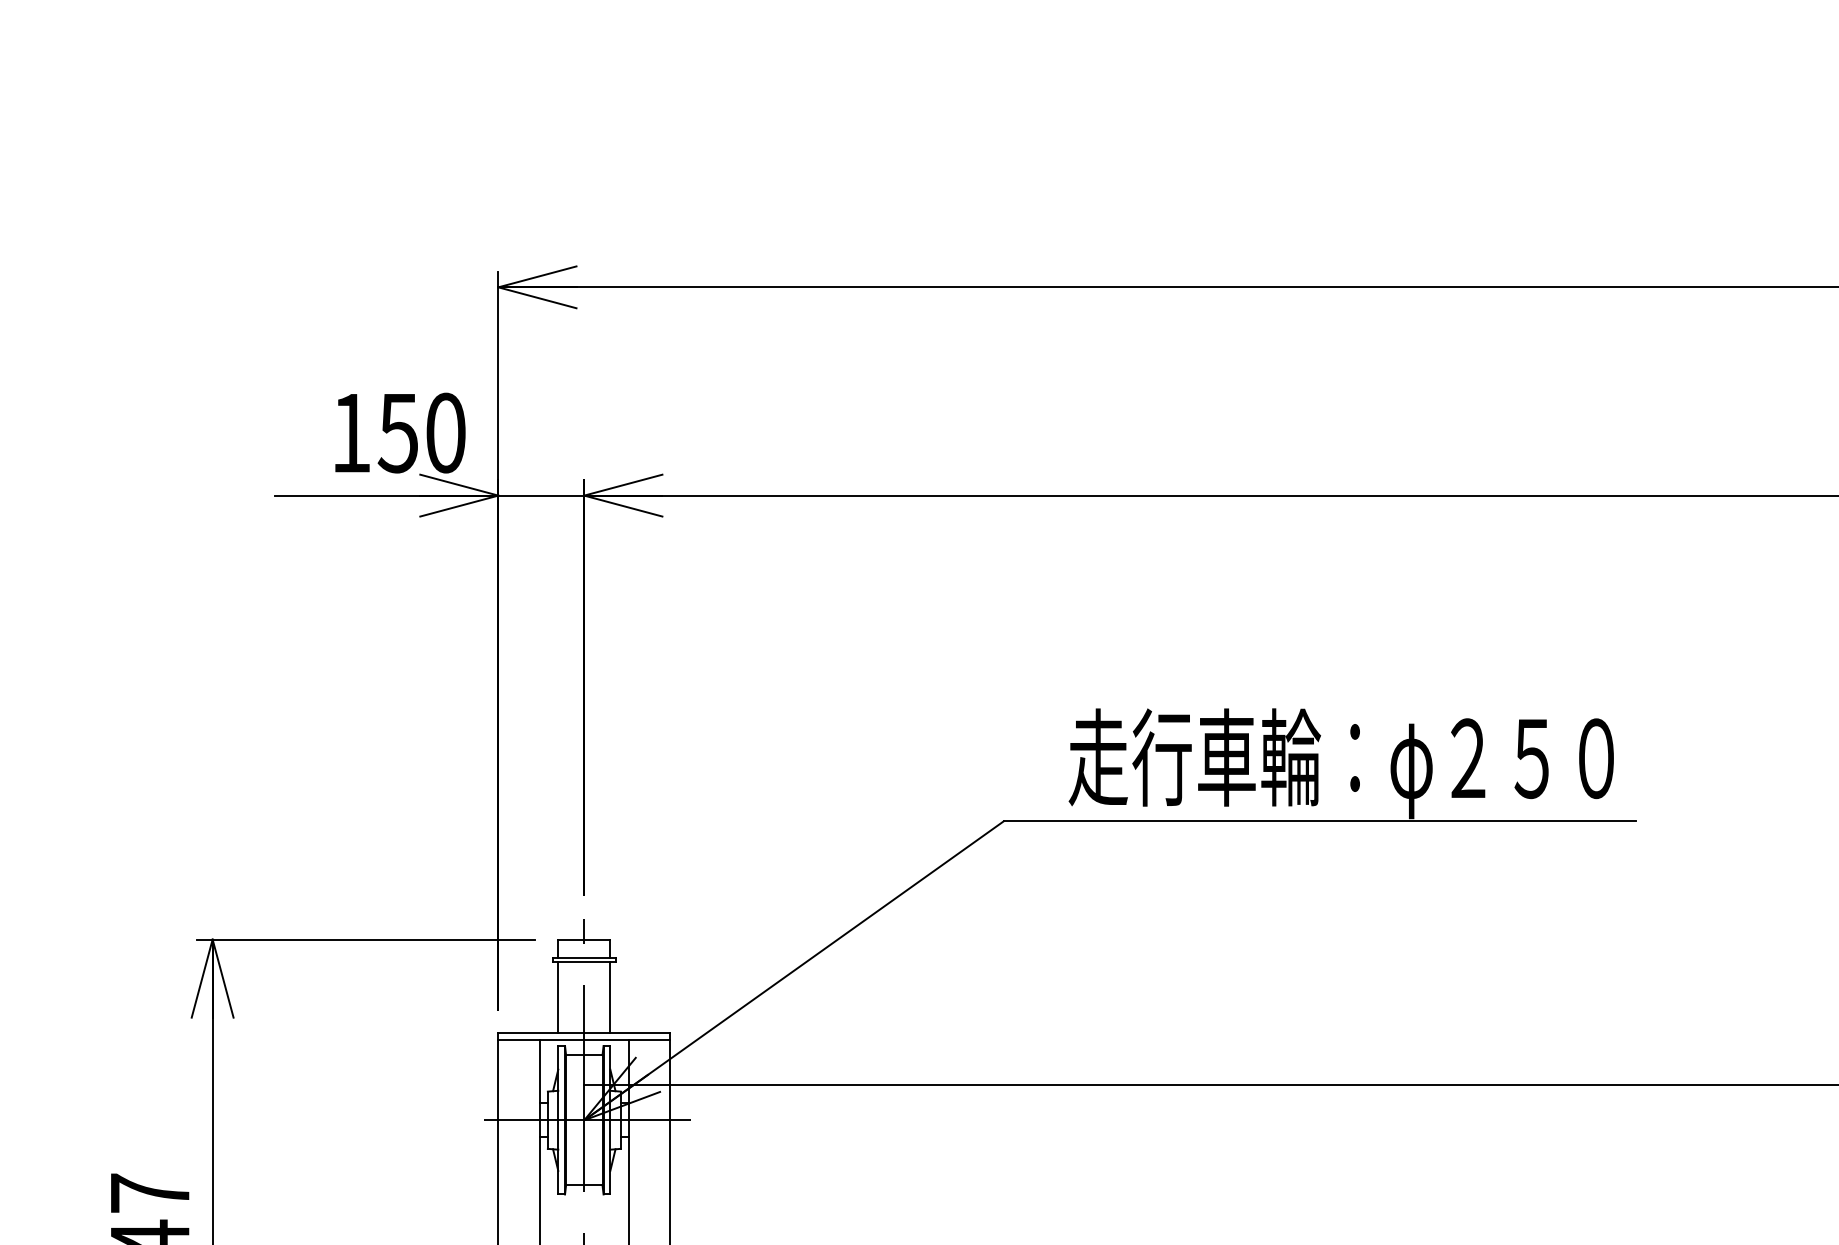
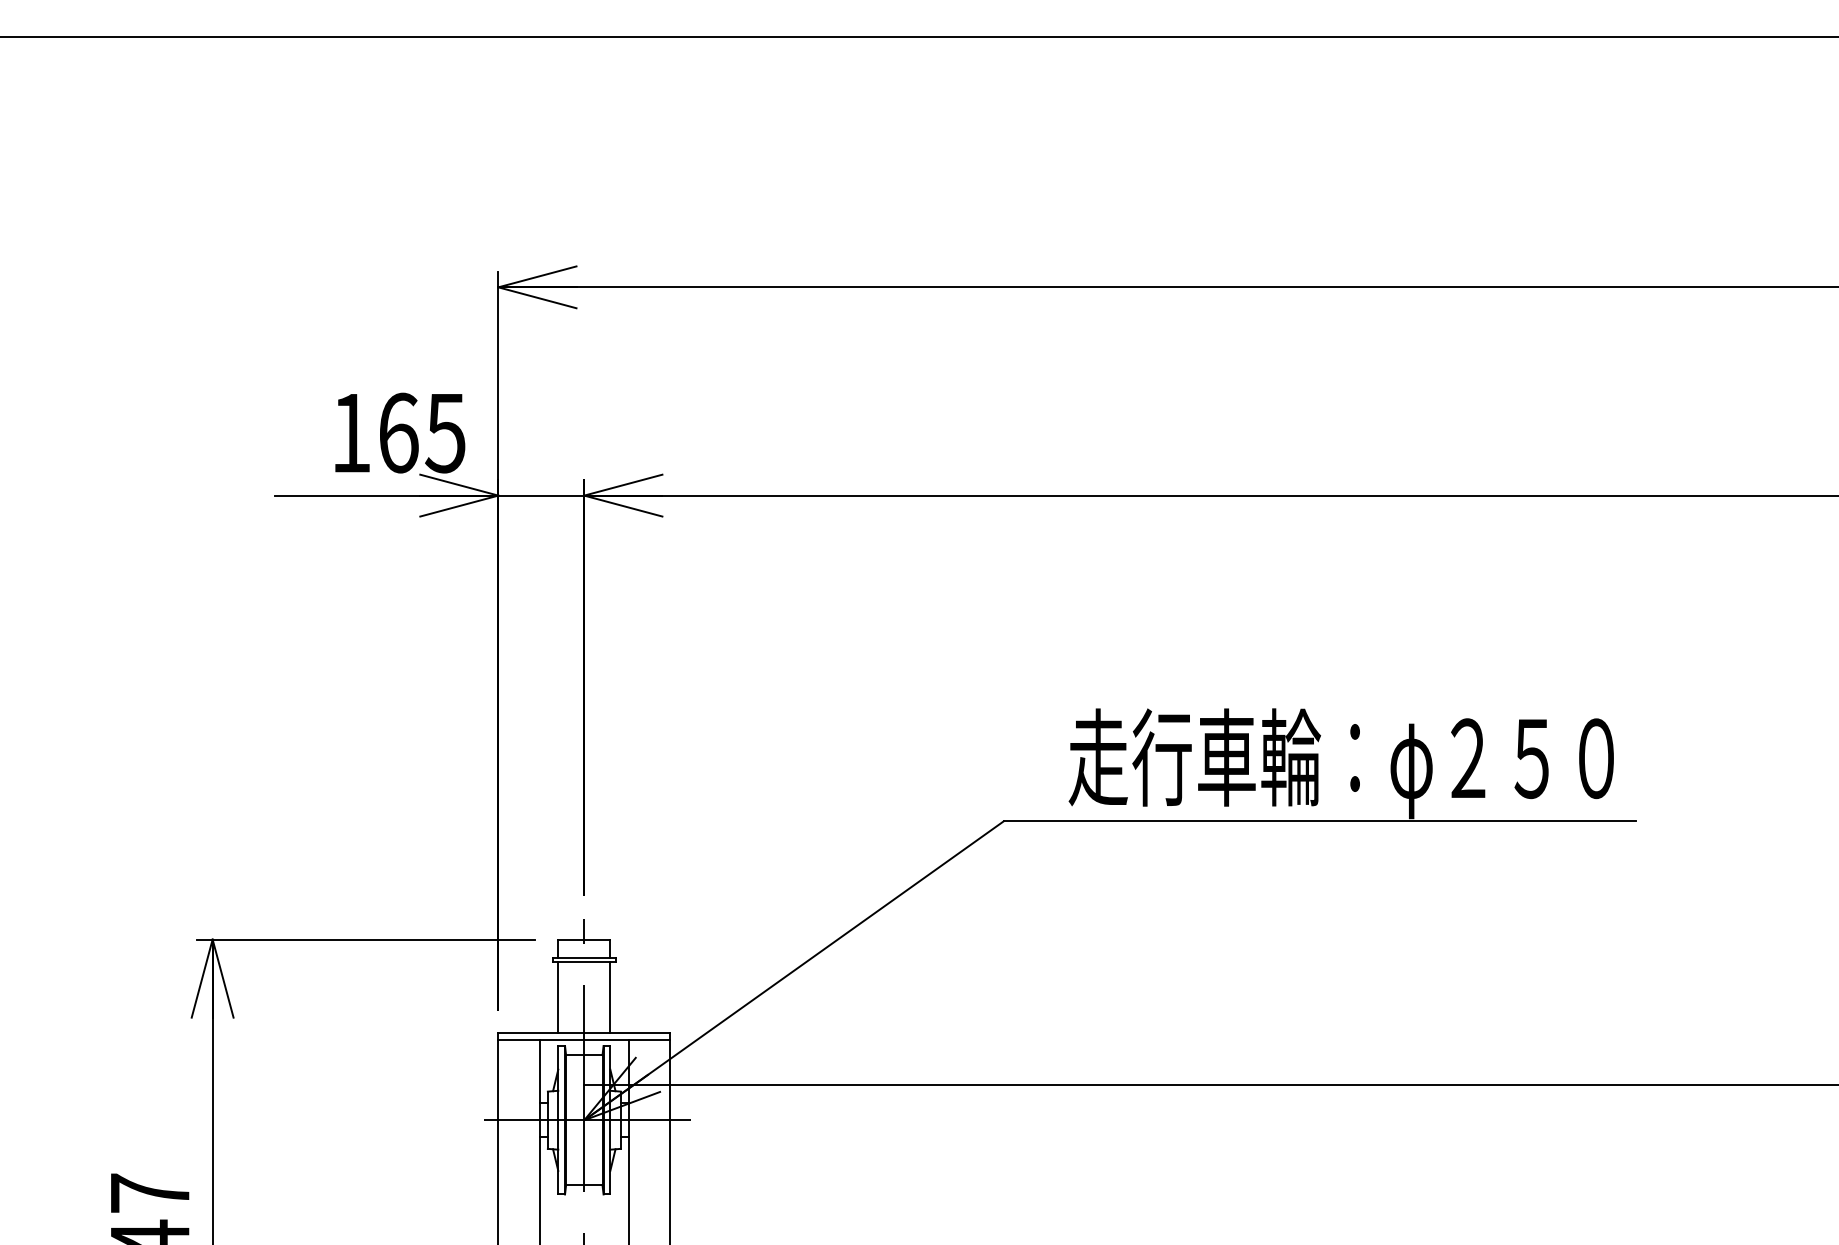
line at (918, 37): none -> present
text at (421, 432): 150 -> 165
